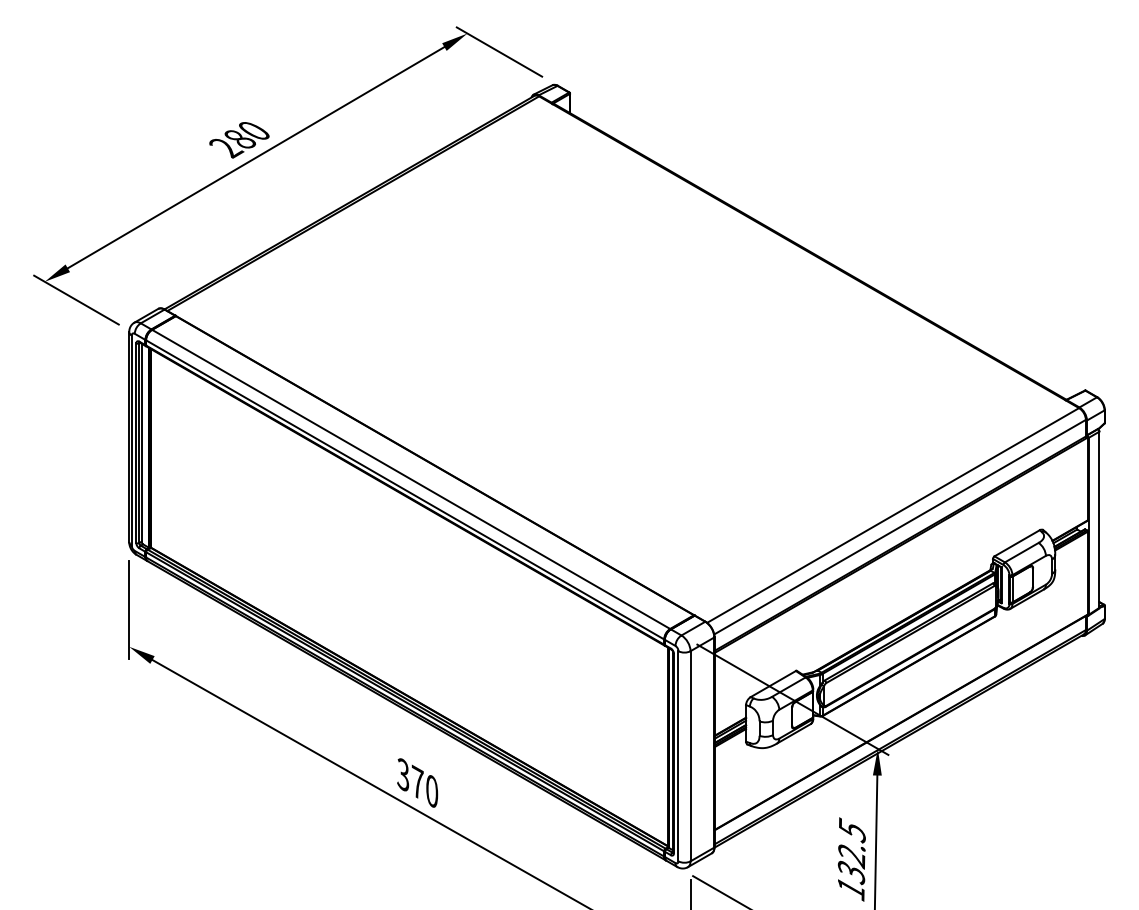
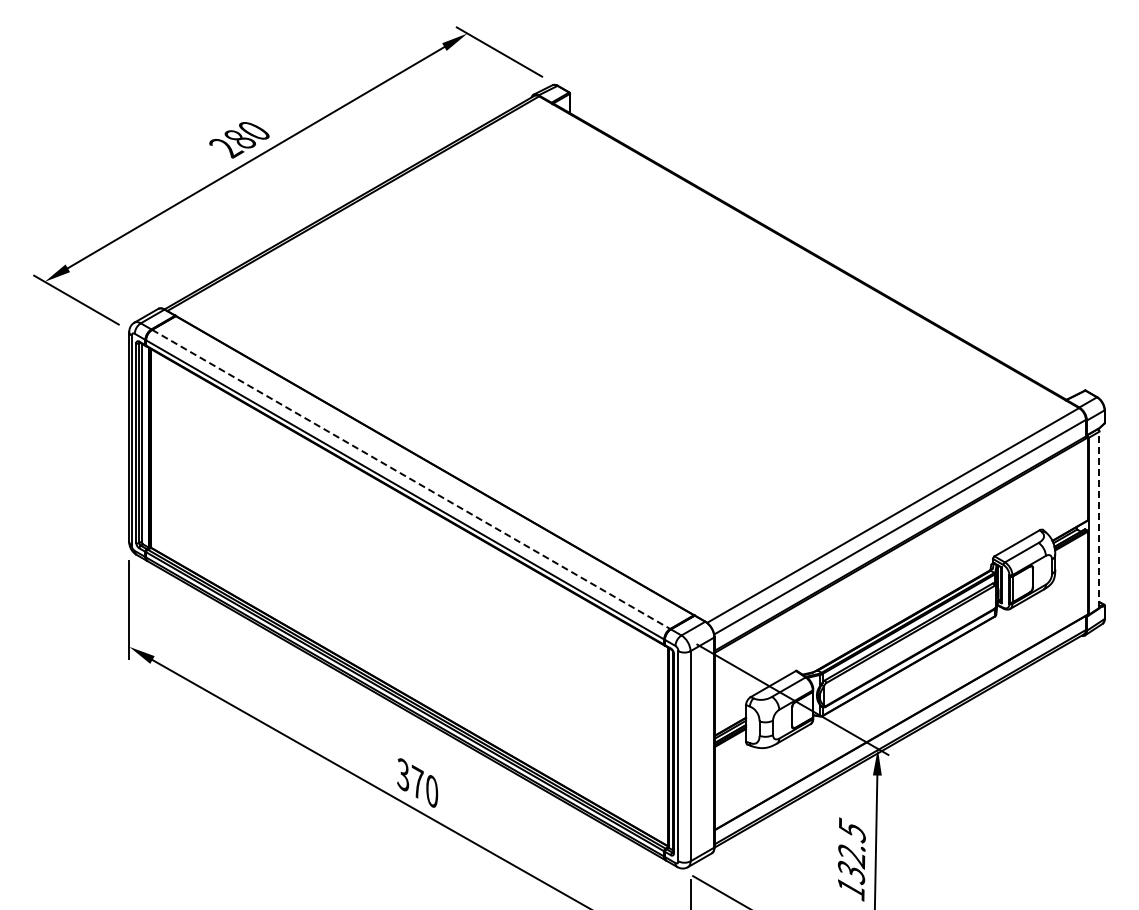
line at (411, 479): solid -> dashed
line at (1099, 519): solid -> dashed
